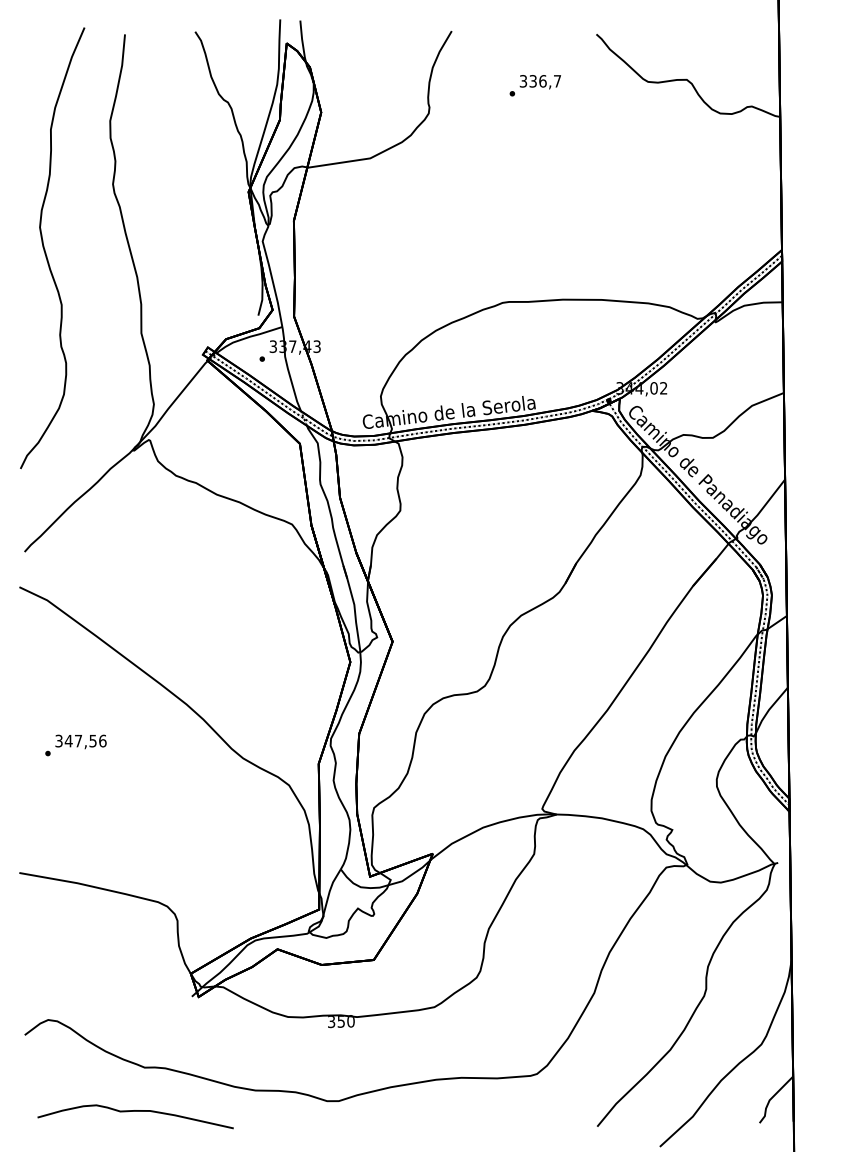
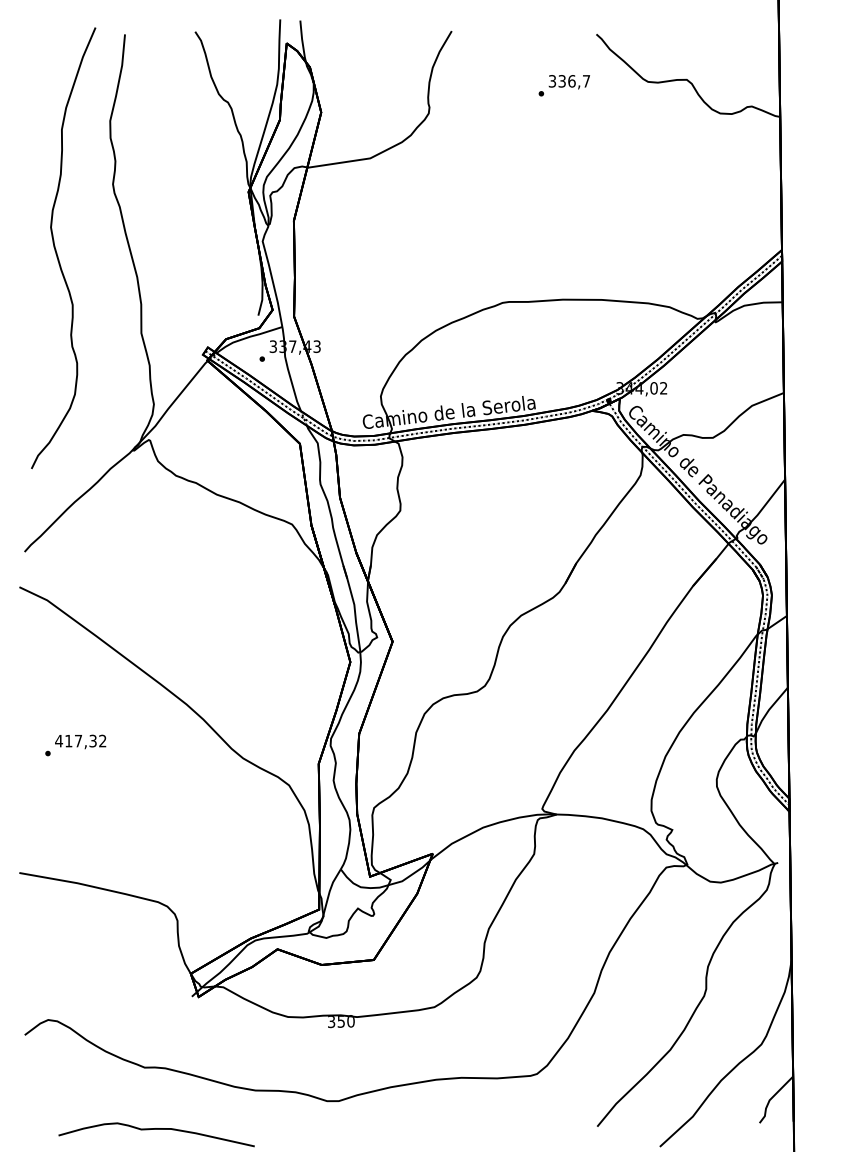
text at (534, 85) position: (534, 85) -> (563, 85)
curve at (45, 249) position: (45, 249) -> (56, 249)
text at (80, 740): 347,56 -> 417,32
curve at (135, 1111) position: (135, 1111) -> (156, 1129)
